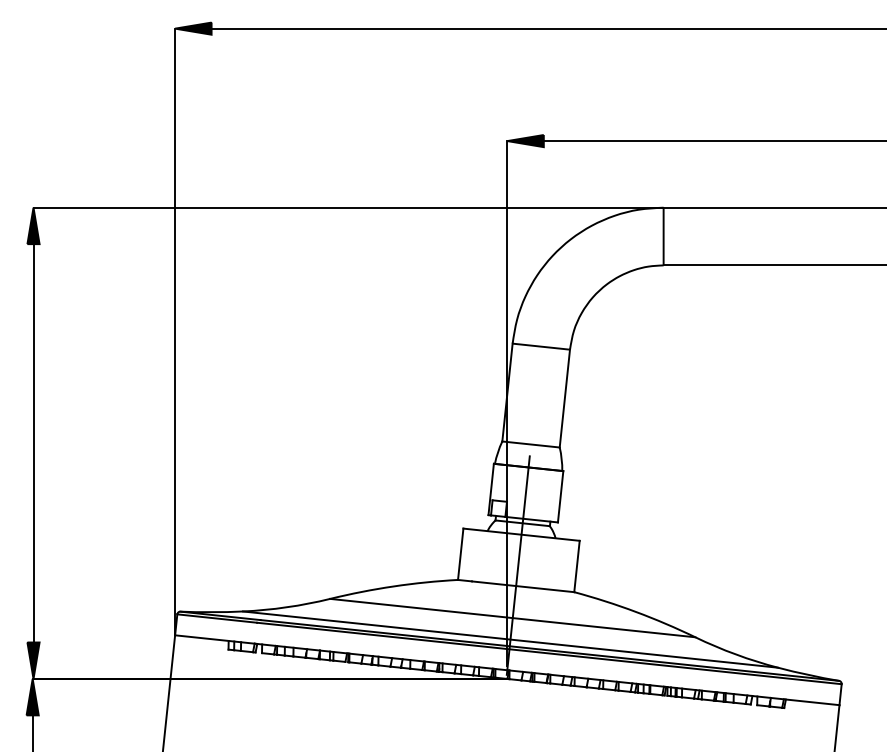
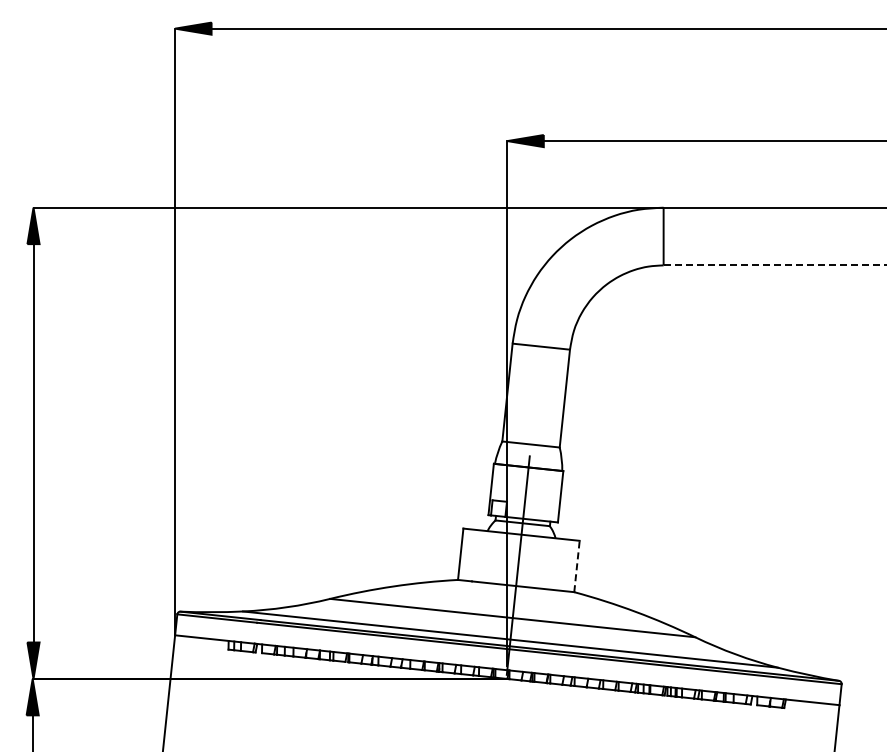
line at (775, 265): solid -> dashed
line at (576, 566): solid -> dashed
